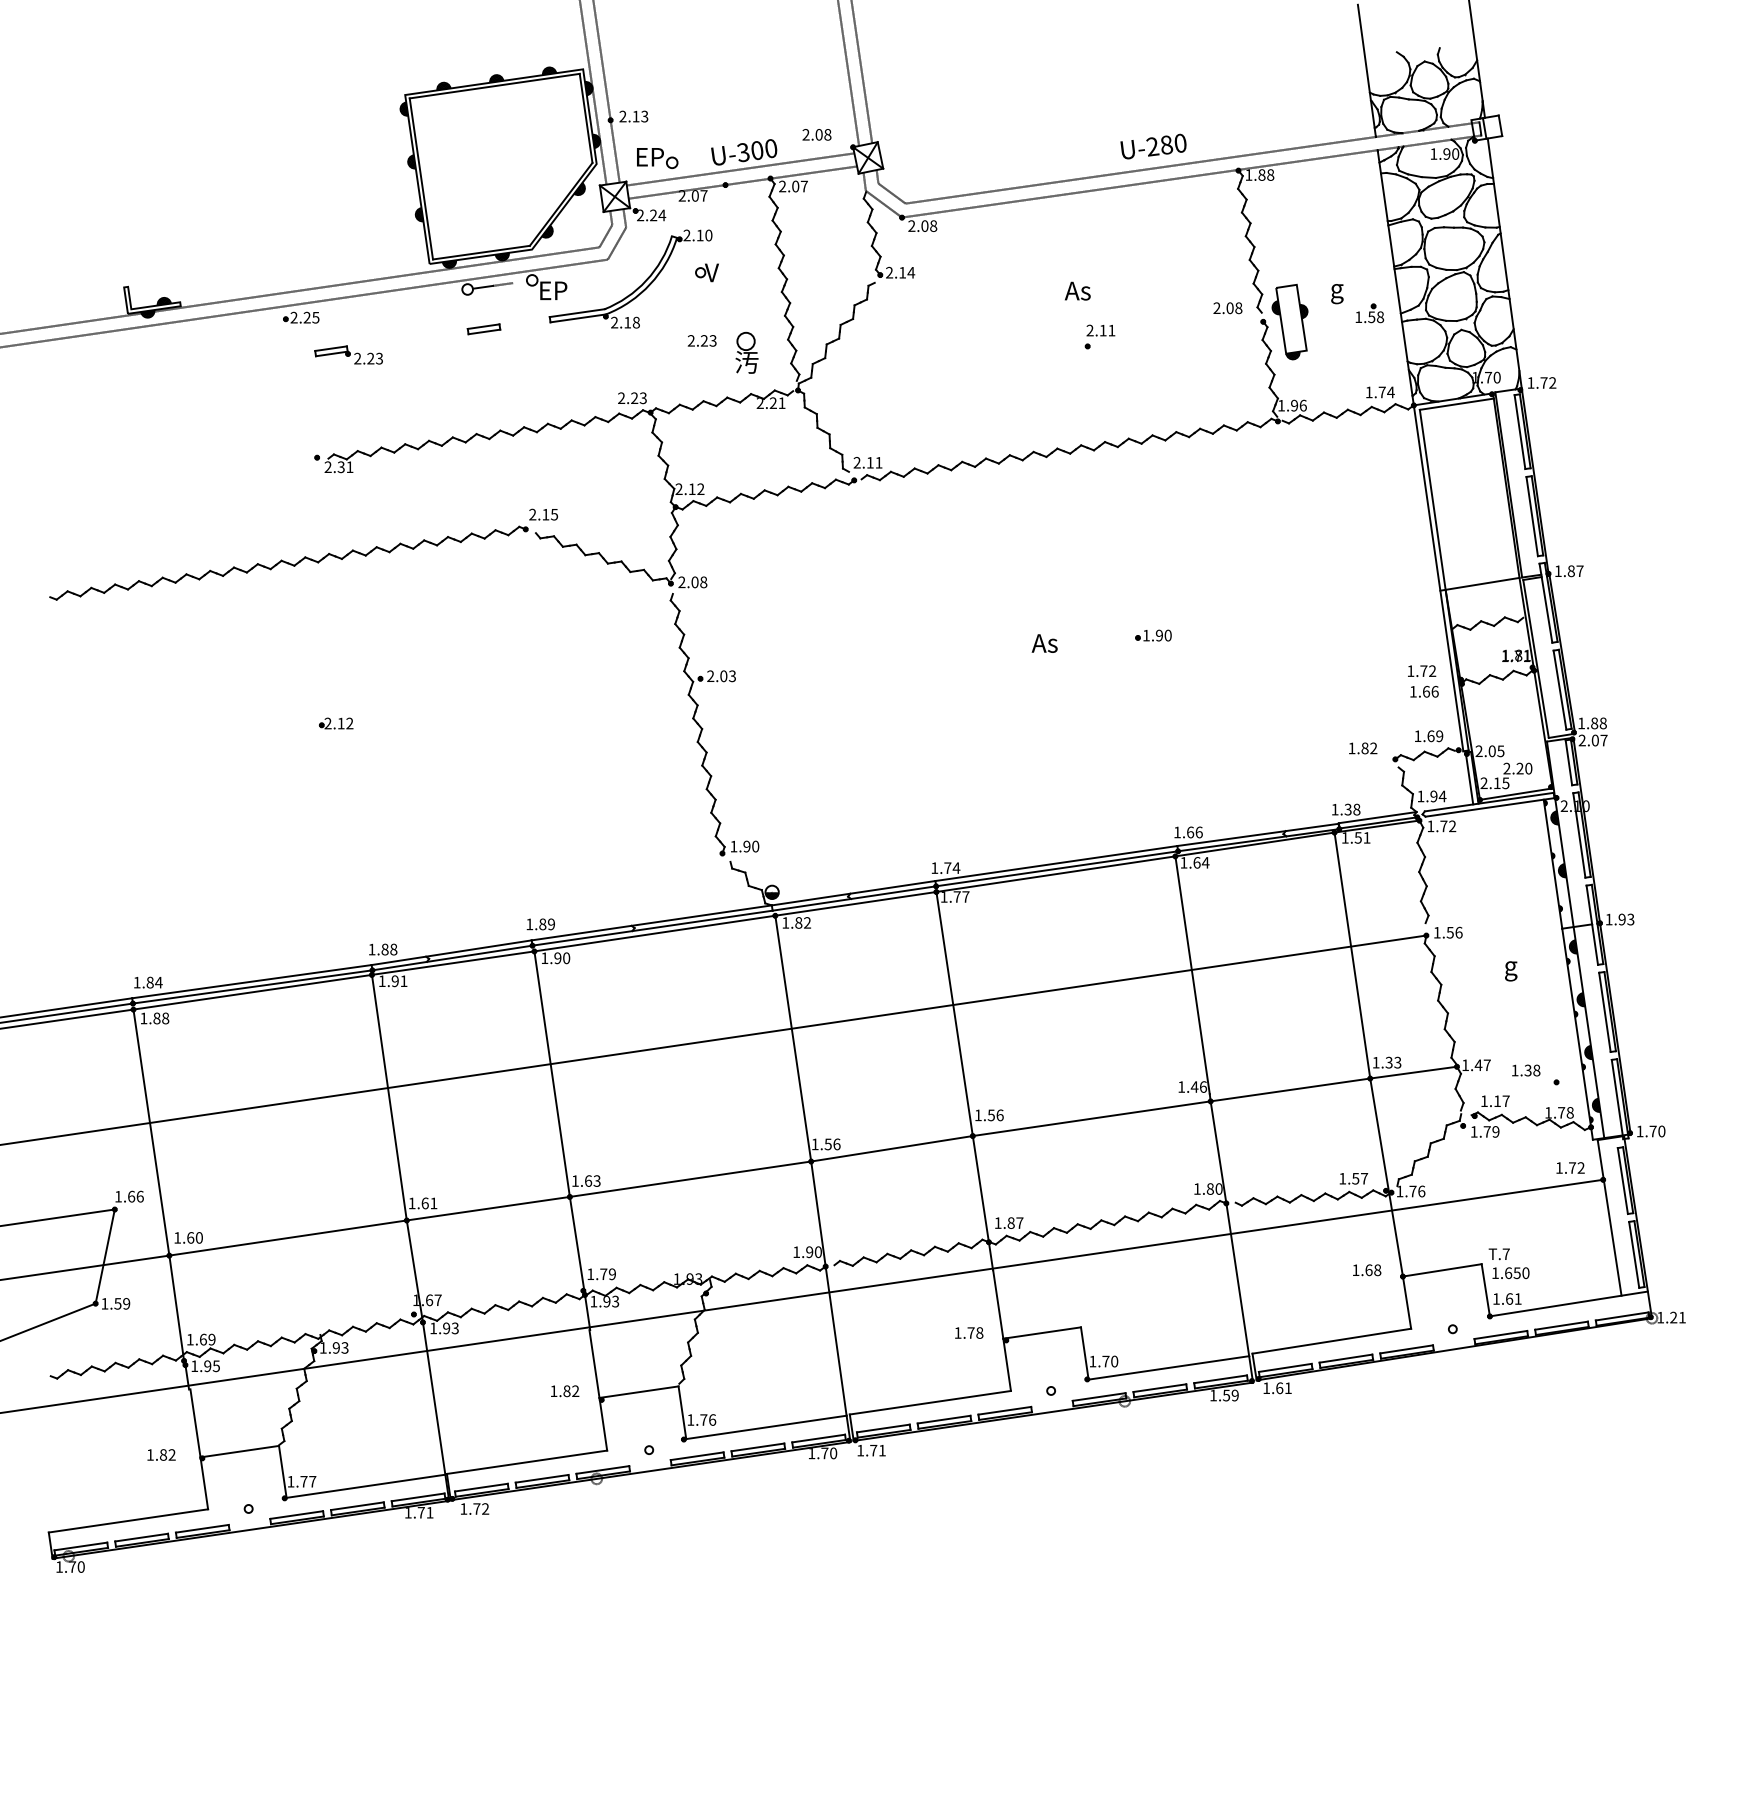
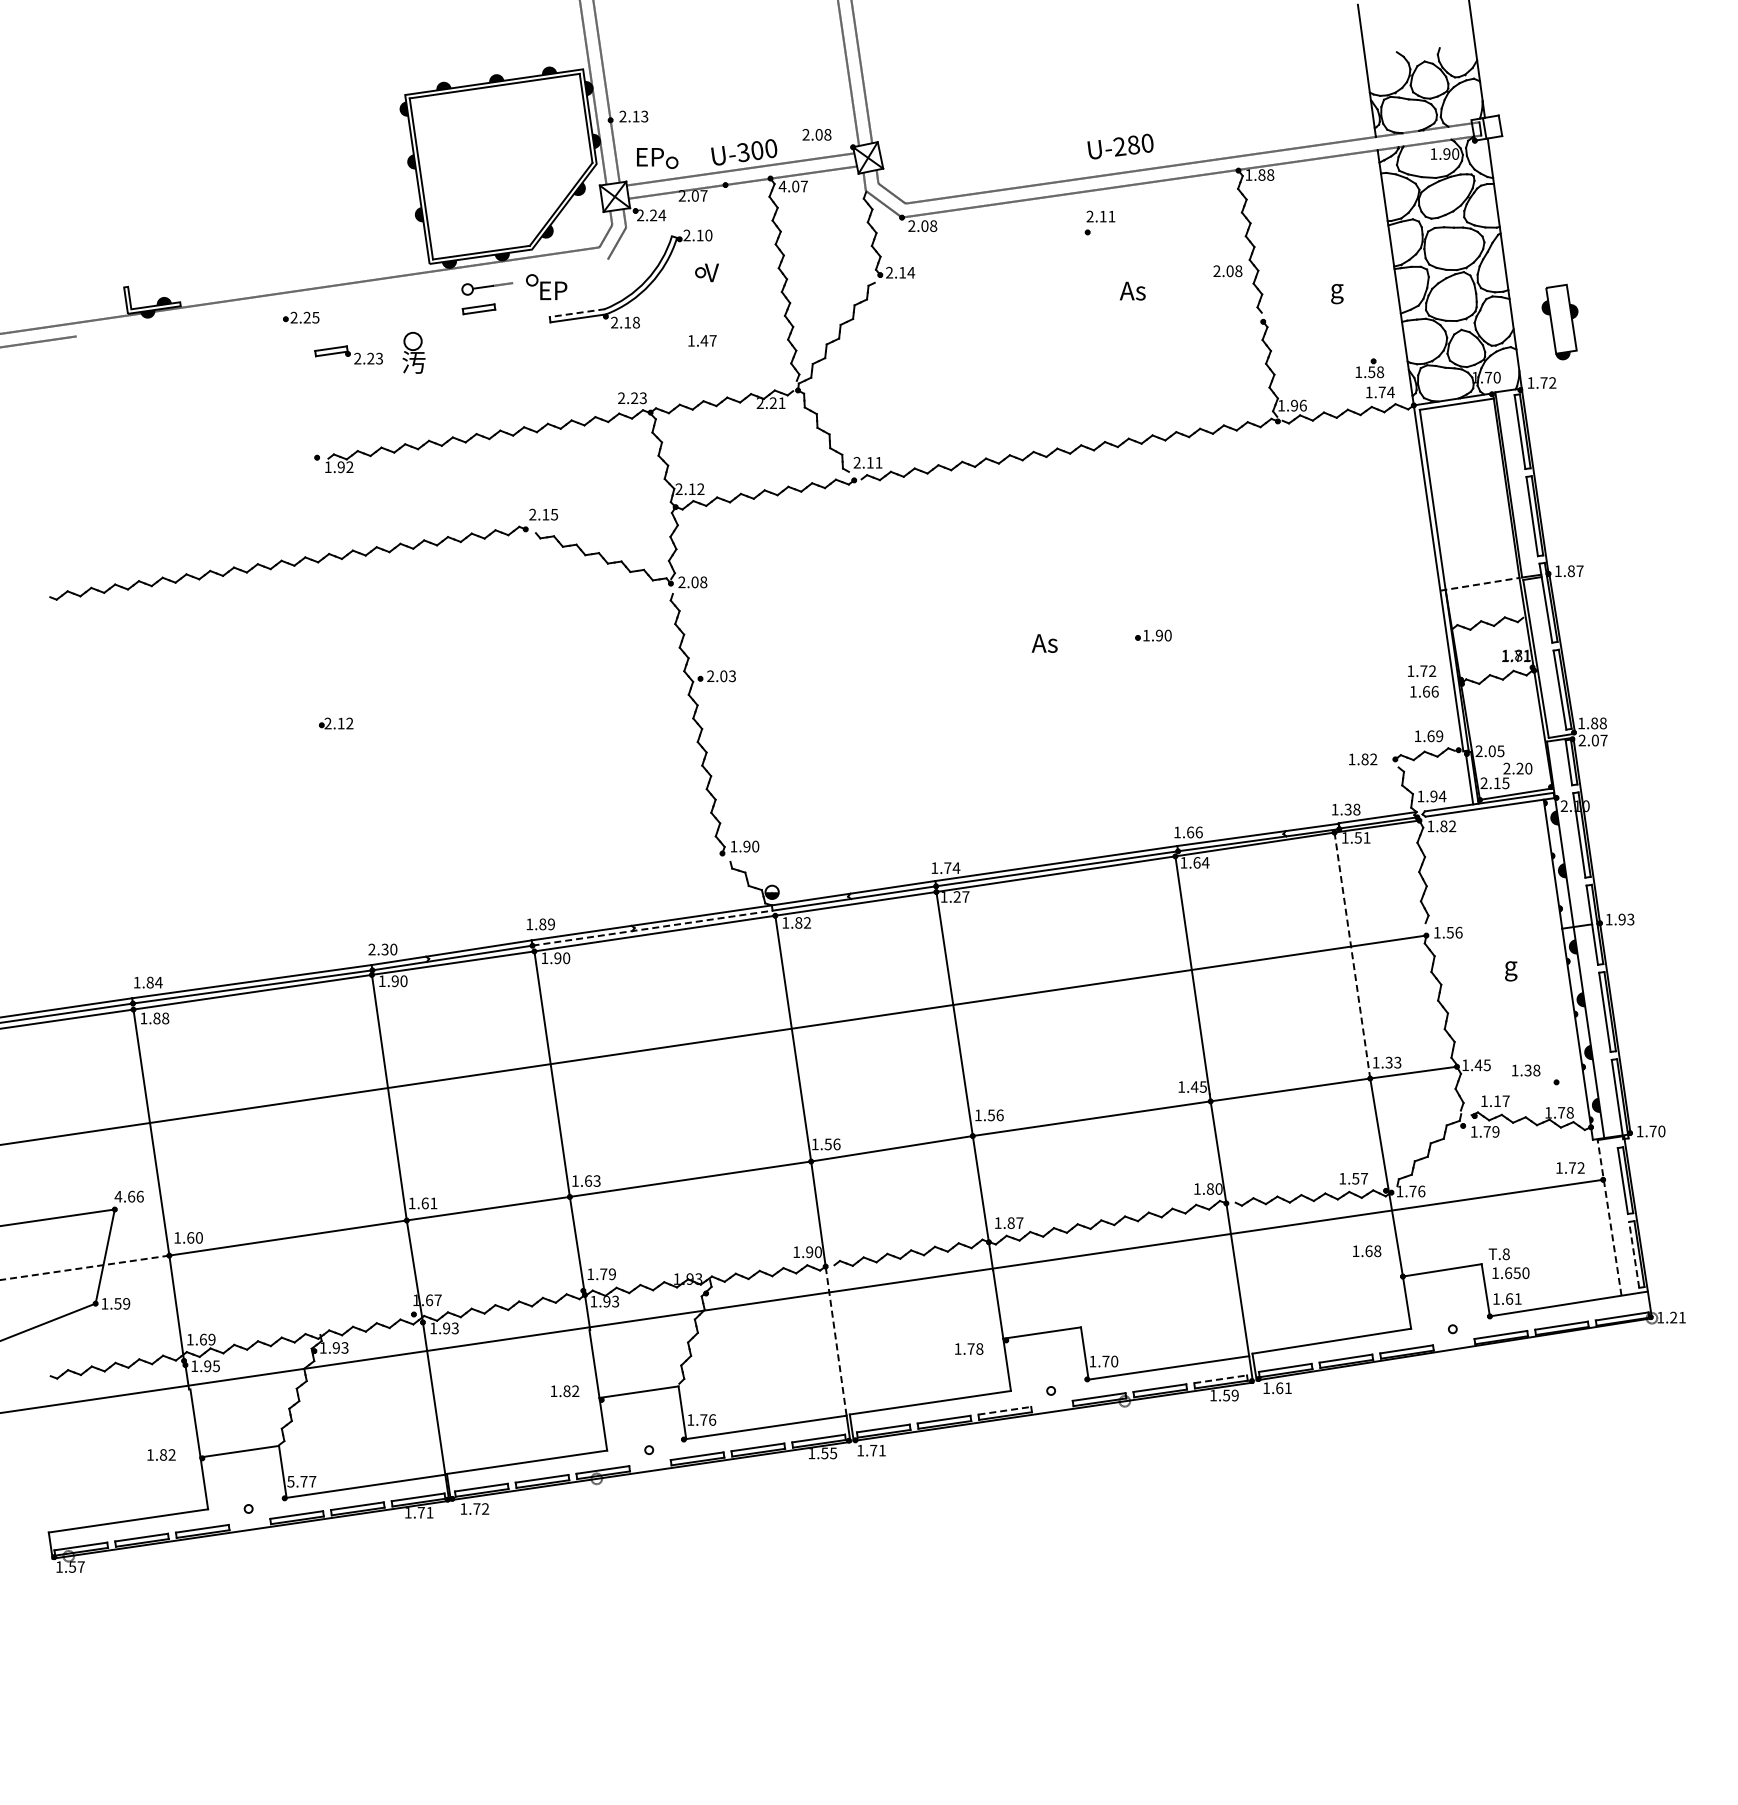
text at (1153, 146) position: (1153, 146) -> (1120, 146)
text at (782, 186): 2.07 -> 4.07
text at (1077, 290) position: (1077, 290) -> (1132, 290)
line at (341, 297): present -> none
text at (1227, 308) position: (1227, 308) -> (1227, 271)
line at (577, 313): solid -> dashed
part at (1369, 313) position: (1369, 313) -> (1369, 368)
part at (1289, 321) position: (1289, 321) -> (1559, 321)
part at (483, 329) position: (483, 329) -> (478, 309)
part at (1099, 336) position: (1099, 336) -> (1099, 222)
text at (701, 340): 2.23 -> 1.47
part at (746, 352) position: (746, 352) -> (413, 352)
text at (338, 466): 2.31 -> 1.92
line at (1480, 584): solid -> dashed
text at (1363, 748) position: (1363, 748) -> (1363, 759)
text at (1443, 826): 1.72 -> 1.82
text at (956, 896): 1.77 -> 1.27
line at (653, 928): solid -> dashed
text at (382, 949): 1.88 -> 2.30
line at (1352, 956): solid -> dashed
text at (403, 981): 1.91 -> 1.90
text at (1486, 1065): 1.47 -> 1.45
text at (1203, 1086): 1.46 -> 1.45
text at (118, 1196): 1.66 -> 4.66
line at (1609, 1217): solid -> dashed
text at (1505, 1254): T.7 -> T.8
line at (1634, 1254): solid -> dashed
line at (84, 1267): solid -> dashed
text at (1367, 1270) position: (1367, 1270) -> (1367, 1251)
text at (969, 1332) position: (969, 1332) -> (969, 1348)
line at (836, 1340): solid -> dashed
line at (1220, 1379): solid -> dashed
line at (1004, 1410): solid -> dashed
text at (829, 1453): 1.70 -> 1.55
text at (290, 1481): 1.77 -> 5.77
text at (76, 1566): 1.70 -> 1.57
